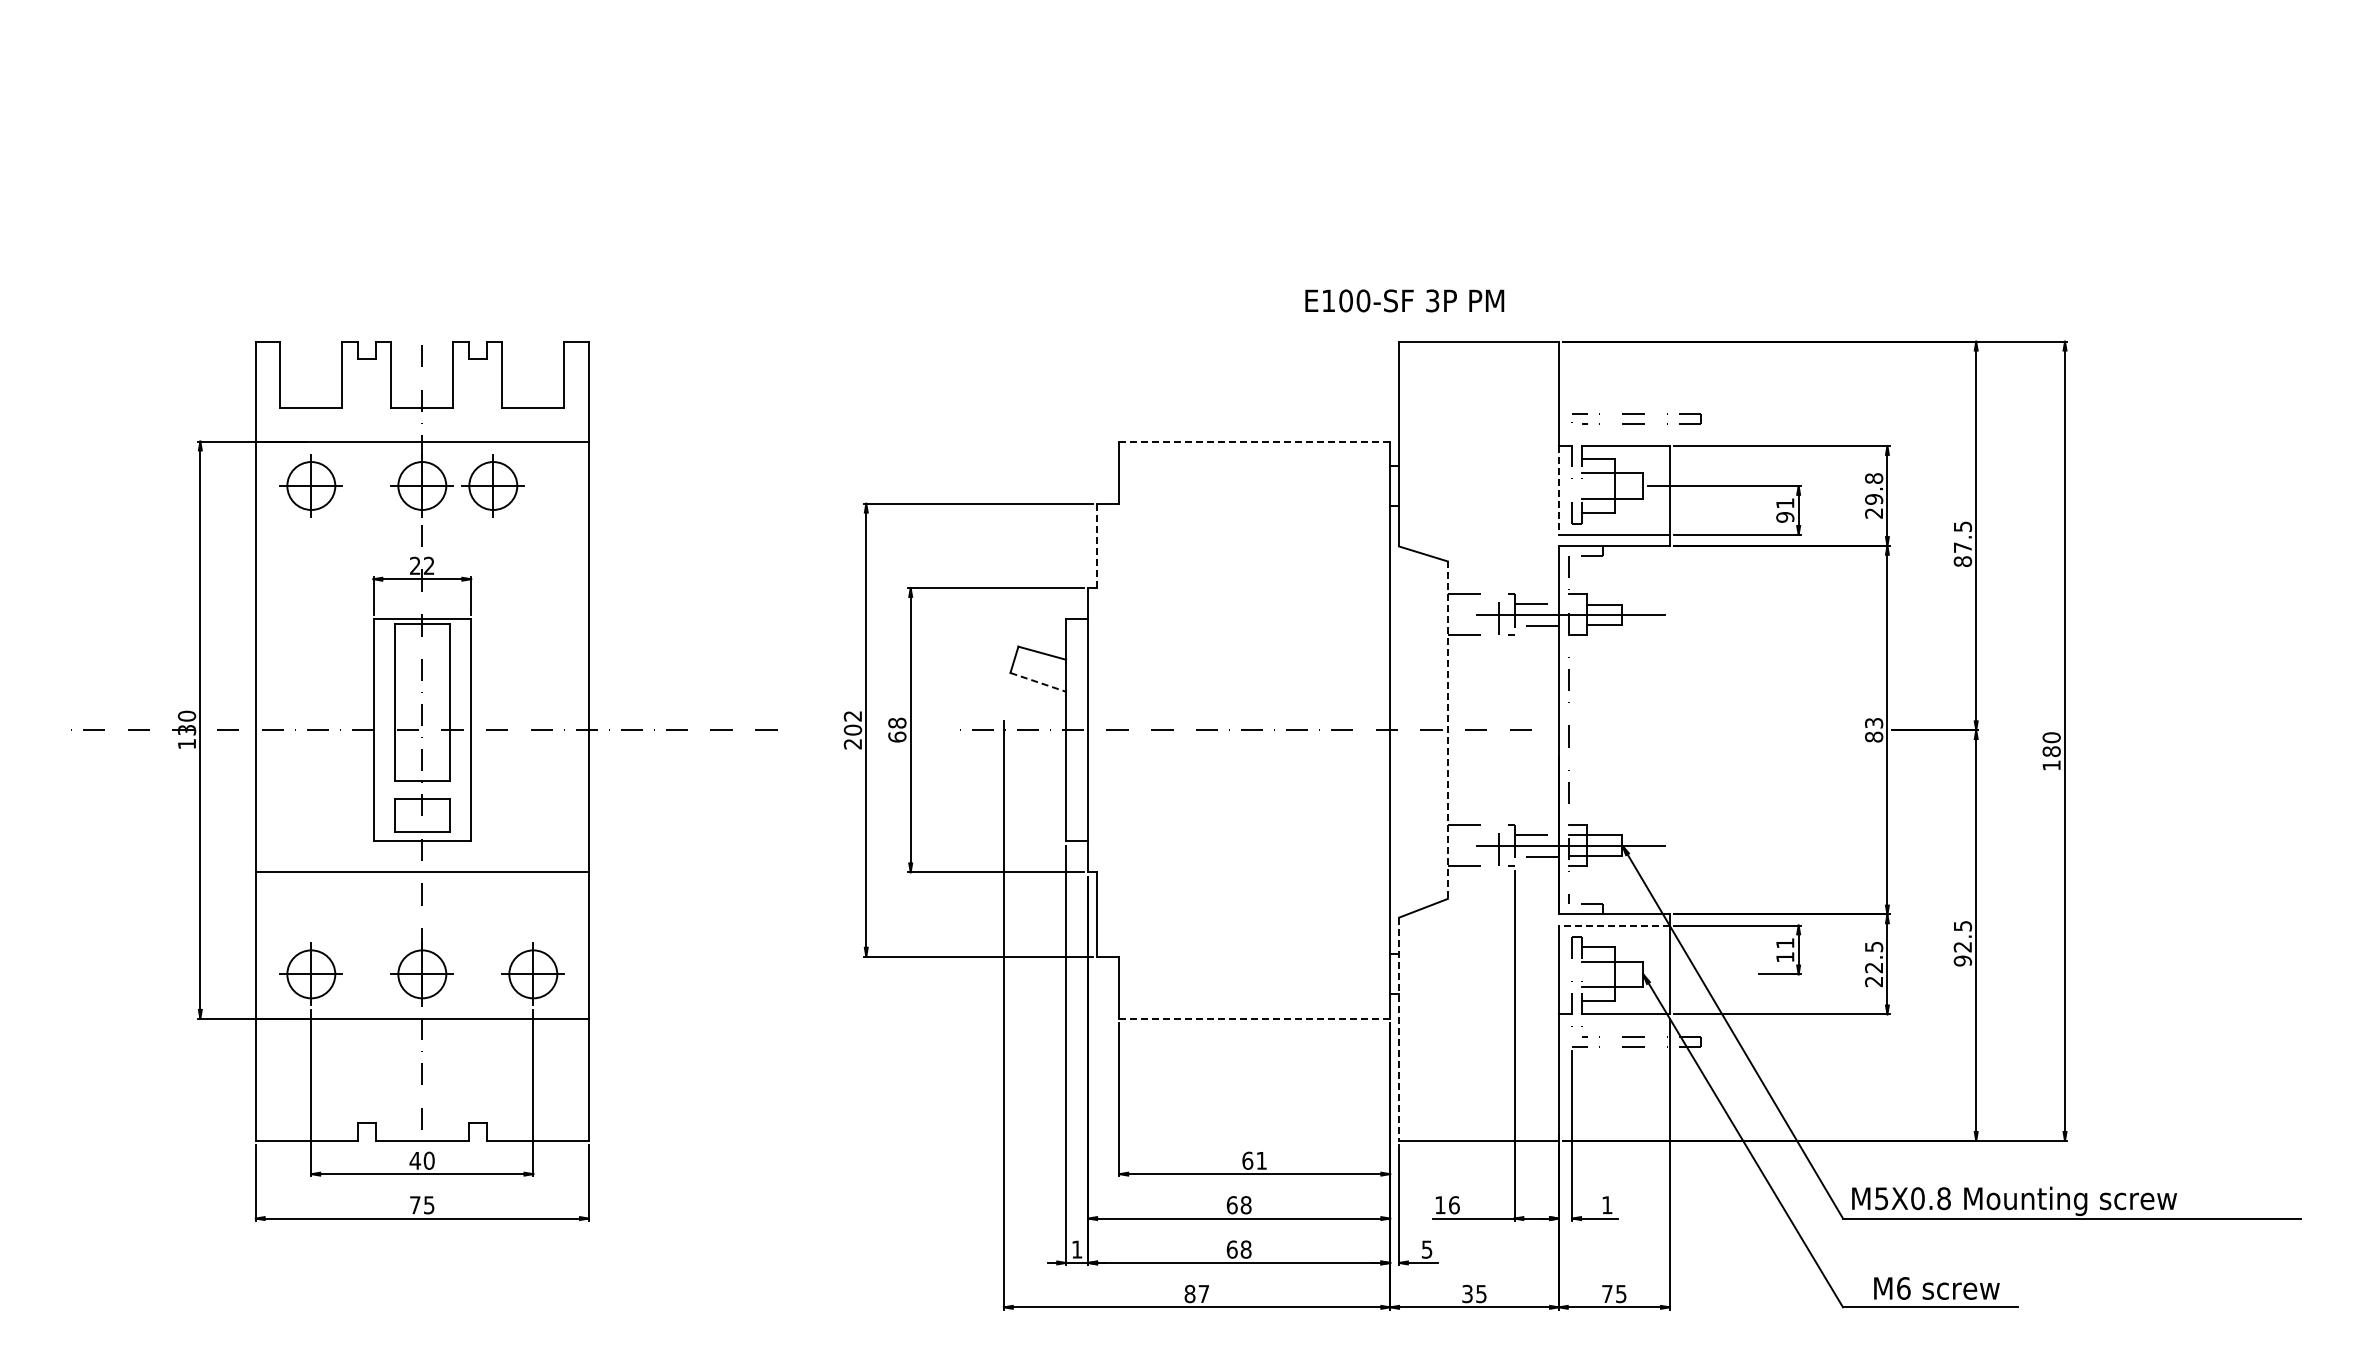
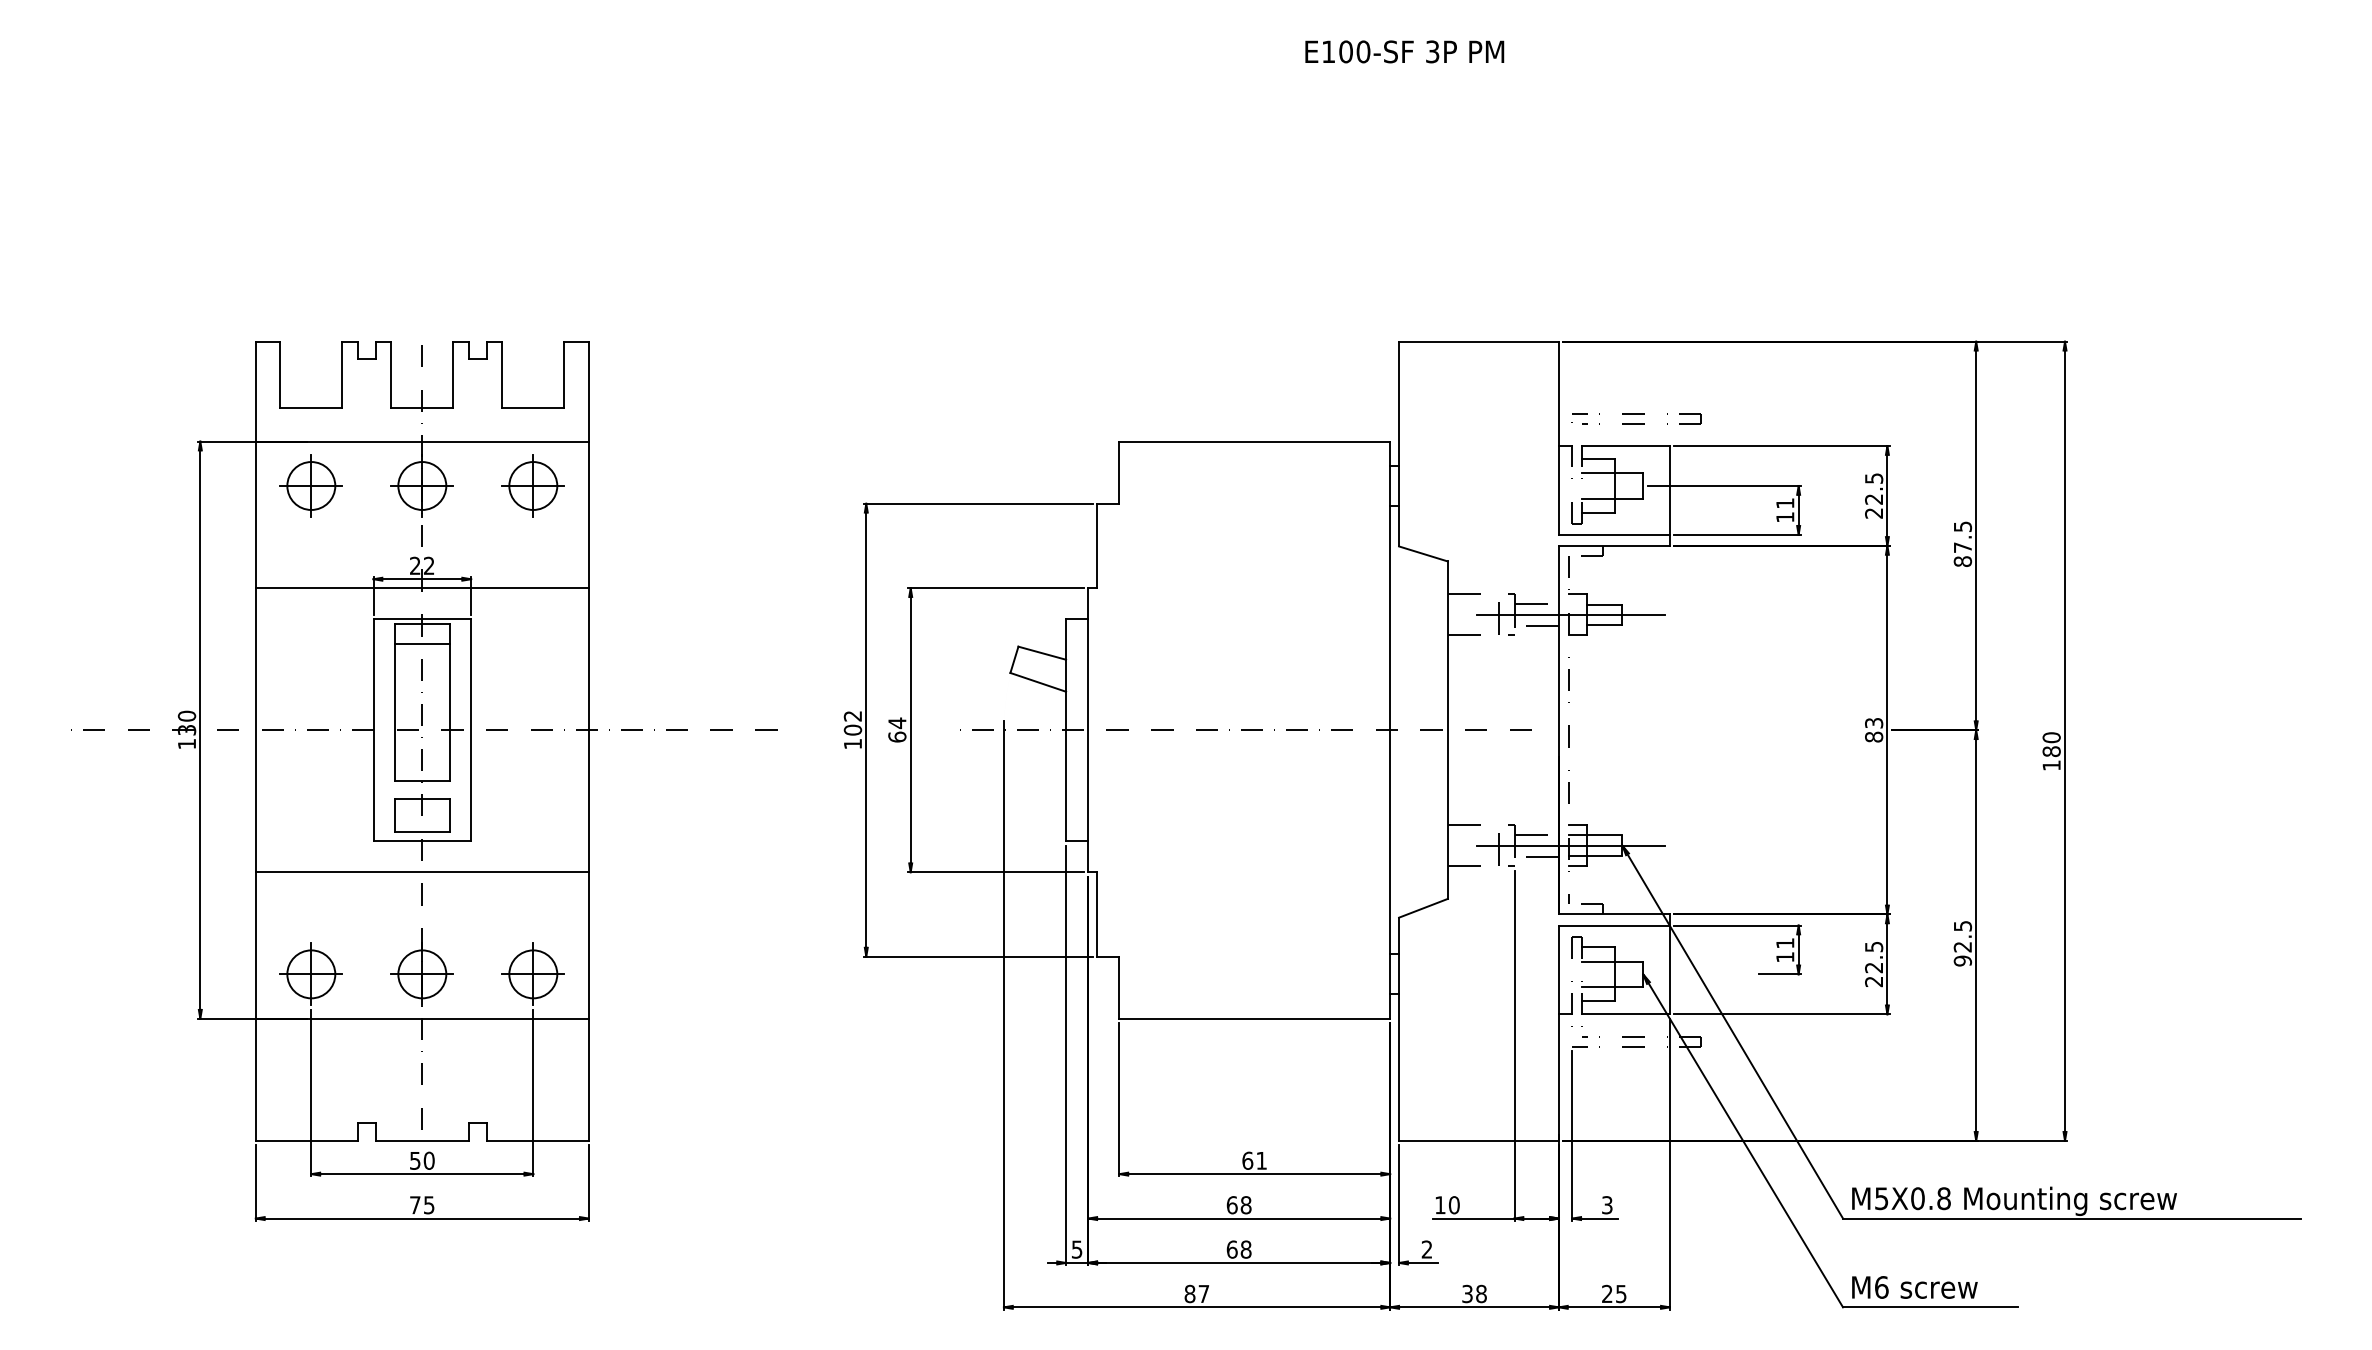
text at (1404, 300) position: (1404, 300) -> (1404, 51)
line at (1254, 441): dashed -> solid
part at (492, 485) position: (492, 485) -> (532, 485)
text at (1874, 488): 29.8 -> 22.5
line at (1558, 490): dashed -> solid
text at (1785, 517): 91 -> 11
line at (1097, 546): dashed -> solid
line at (421, 588): none -> present
line at (422, 643): none -> present
line at (1038, 682): dashed -> solid
text at (897, 723): 68 -> 64
line at (1447, 730): dashed -> solid
text at (852, 744): 202 -> 102
line at (1613, 925): dashed -> solid
line at (1254, 1018): dashed -> solid
line at (1399, 1029): dashed -> solid
text at (415, 1160): 40 -> 50
text at (1454, 1204): 16 -> 10
text at (1607, 1205): 1 -> 3
text at (1077, 1249): 1 -> 5
text at (1427, 1249): 5 -> 2
text at (1936, 1288) position: (1936, 1288) -> (1914, 1287)
text at (1481, 1293): 35 -> 38
text at (1607, 1293): 75 -> 25
